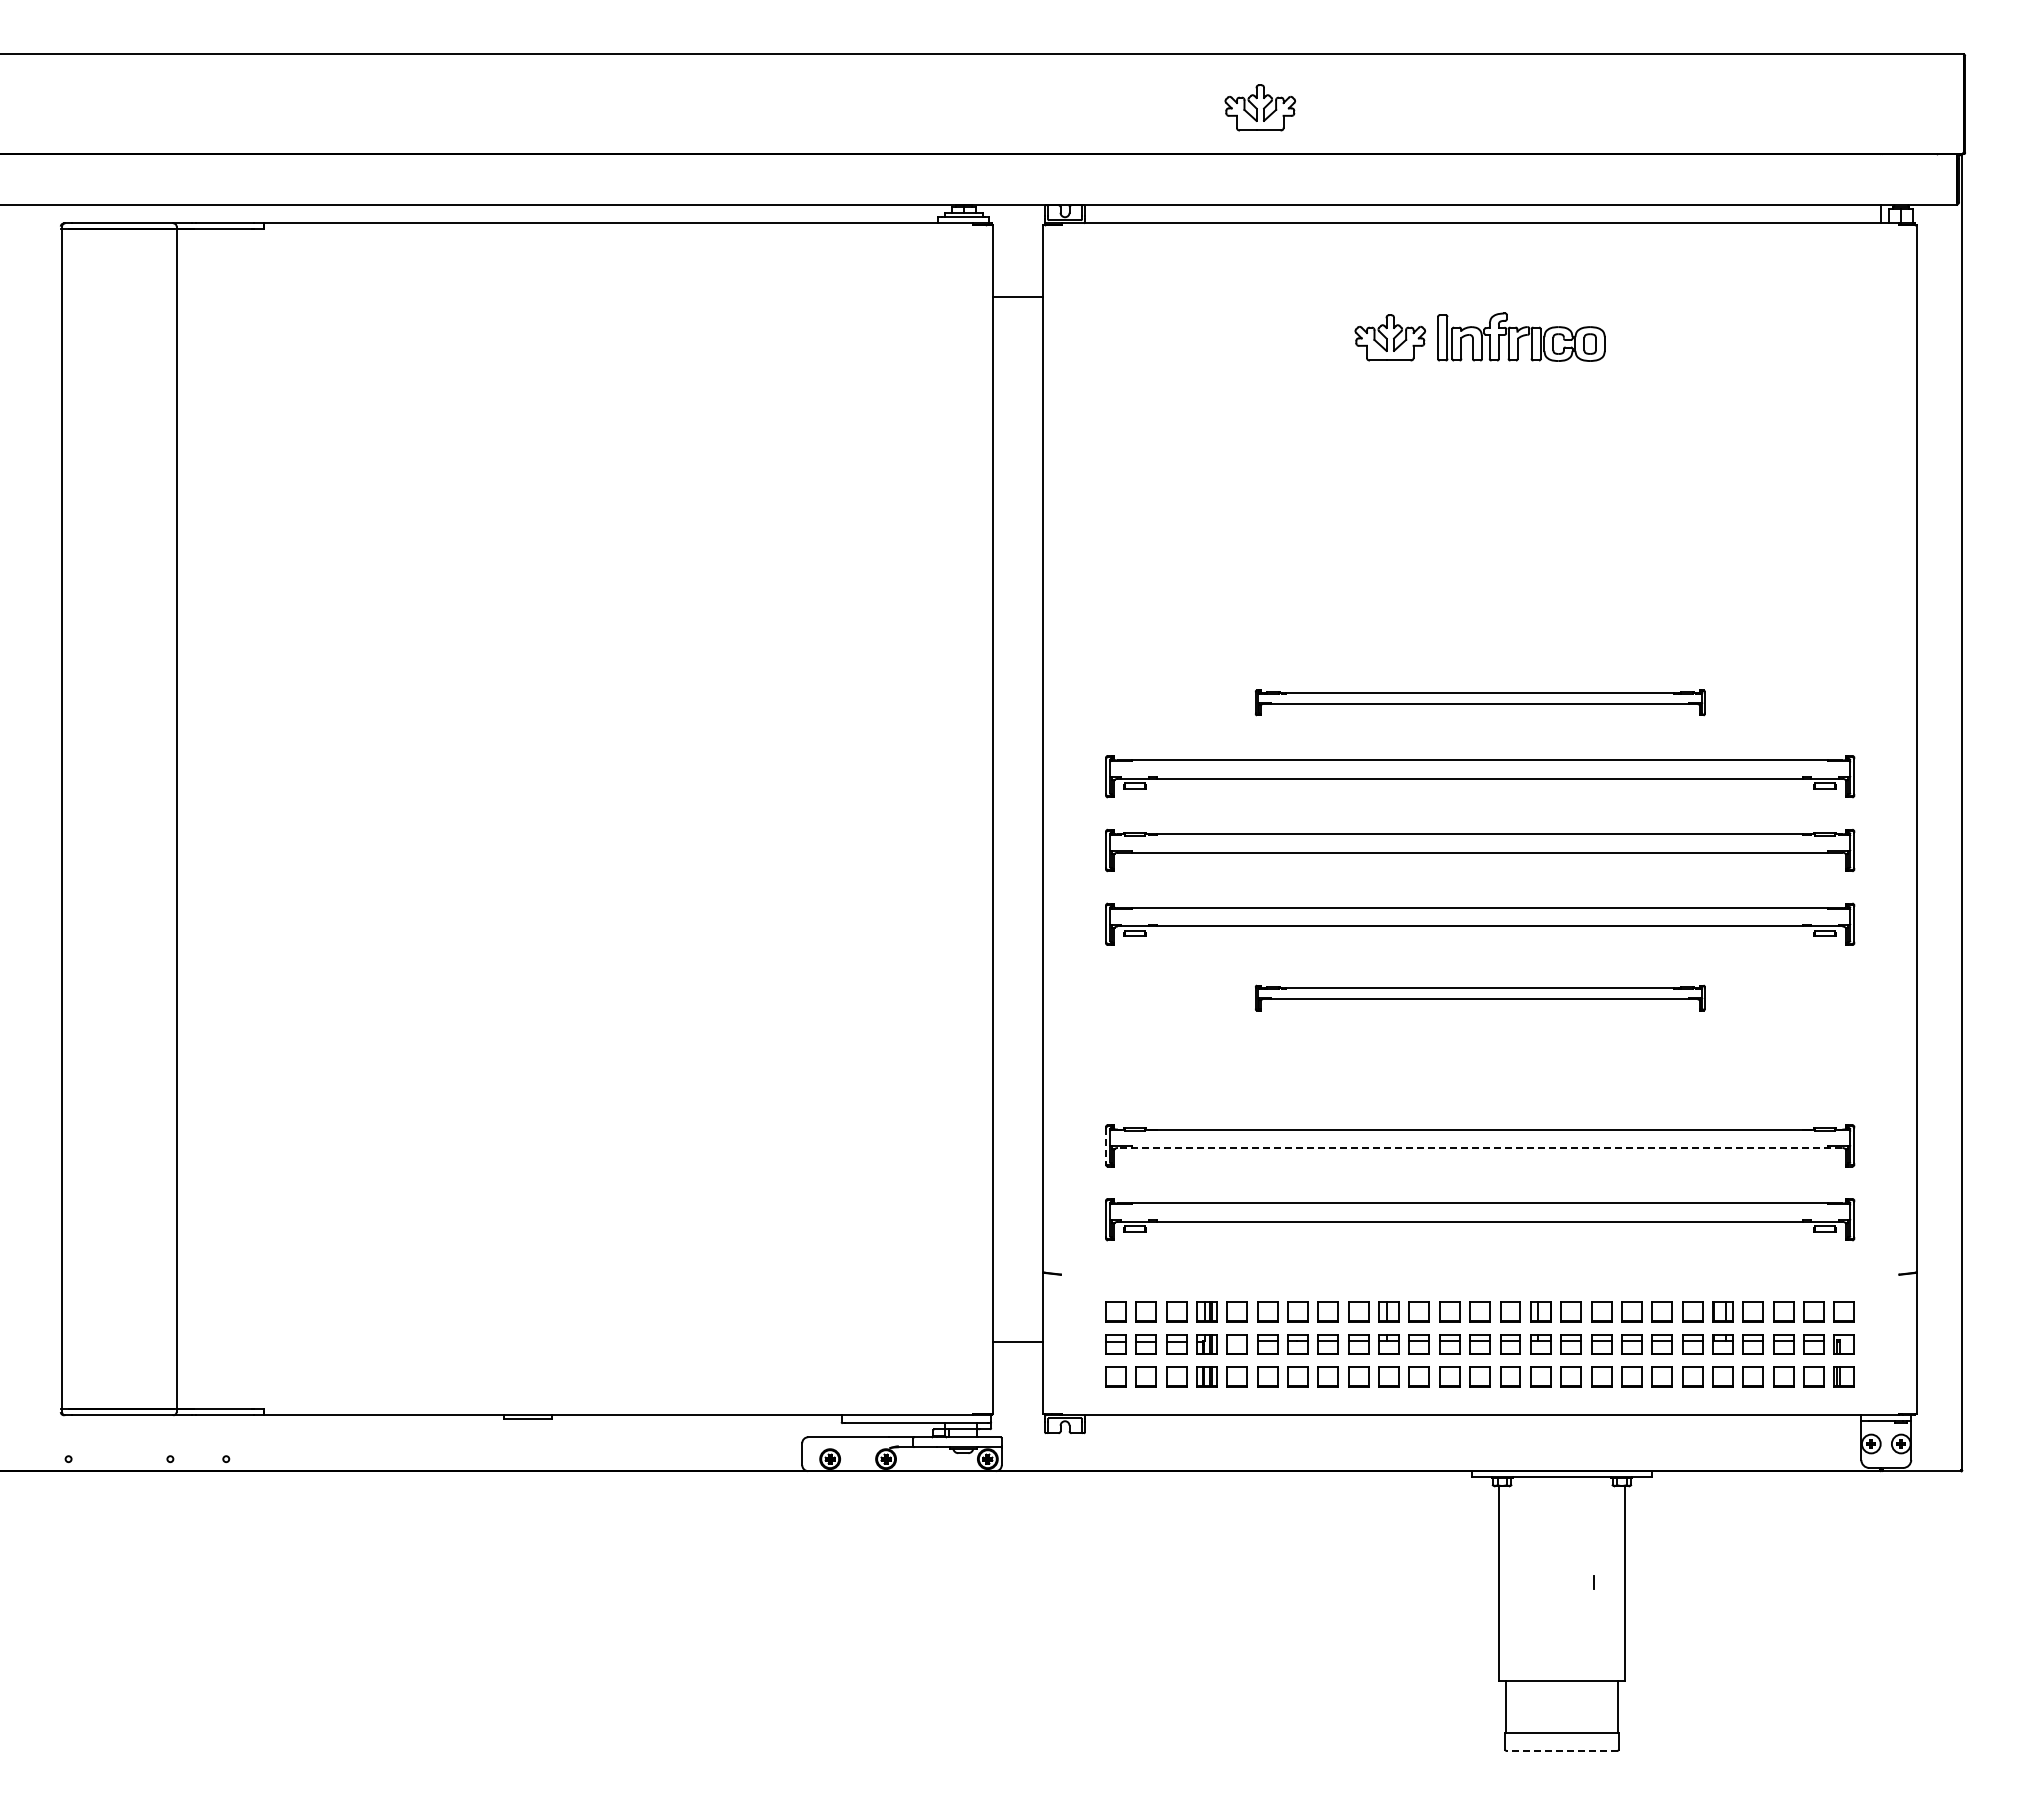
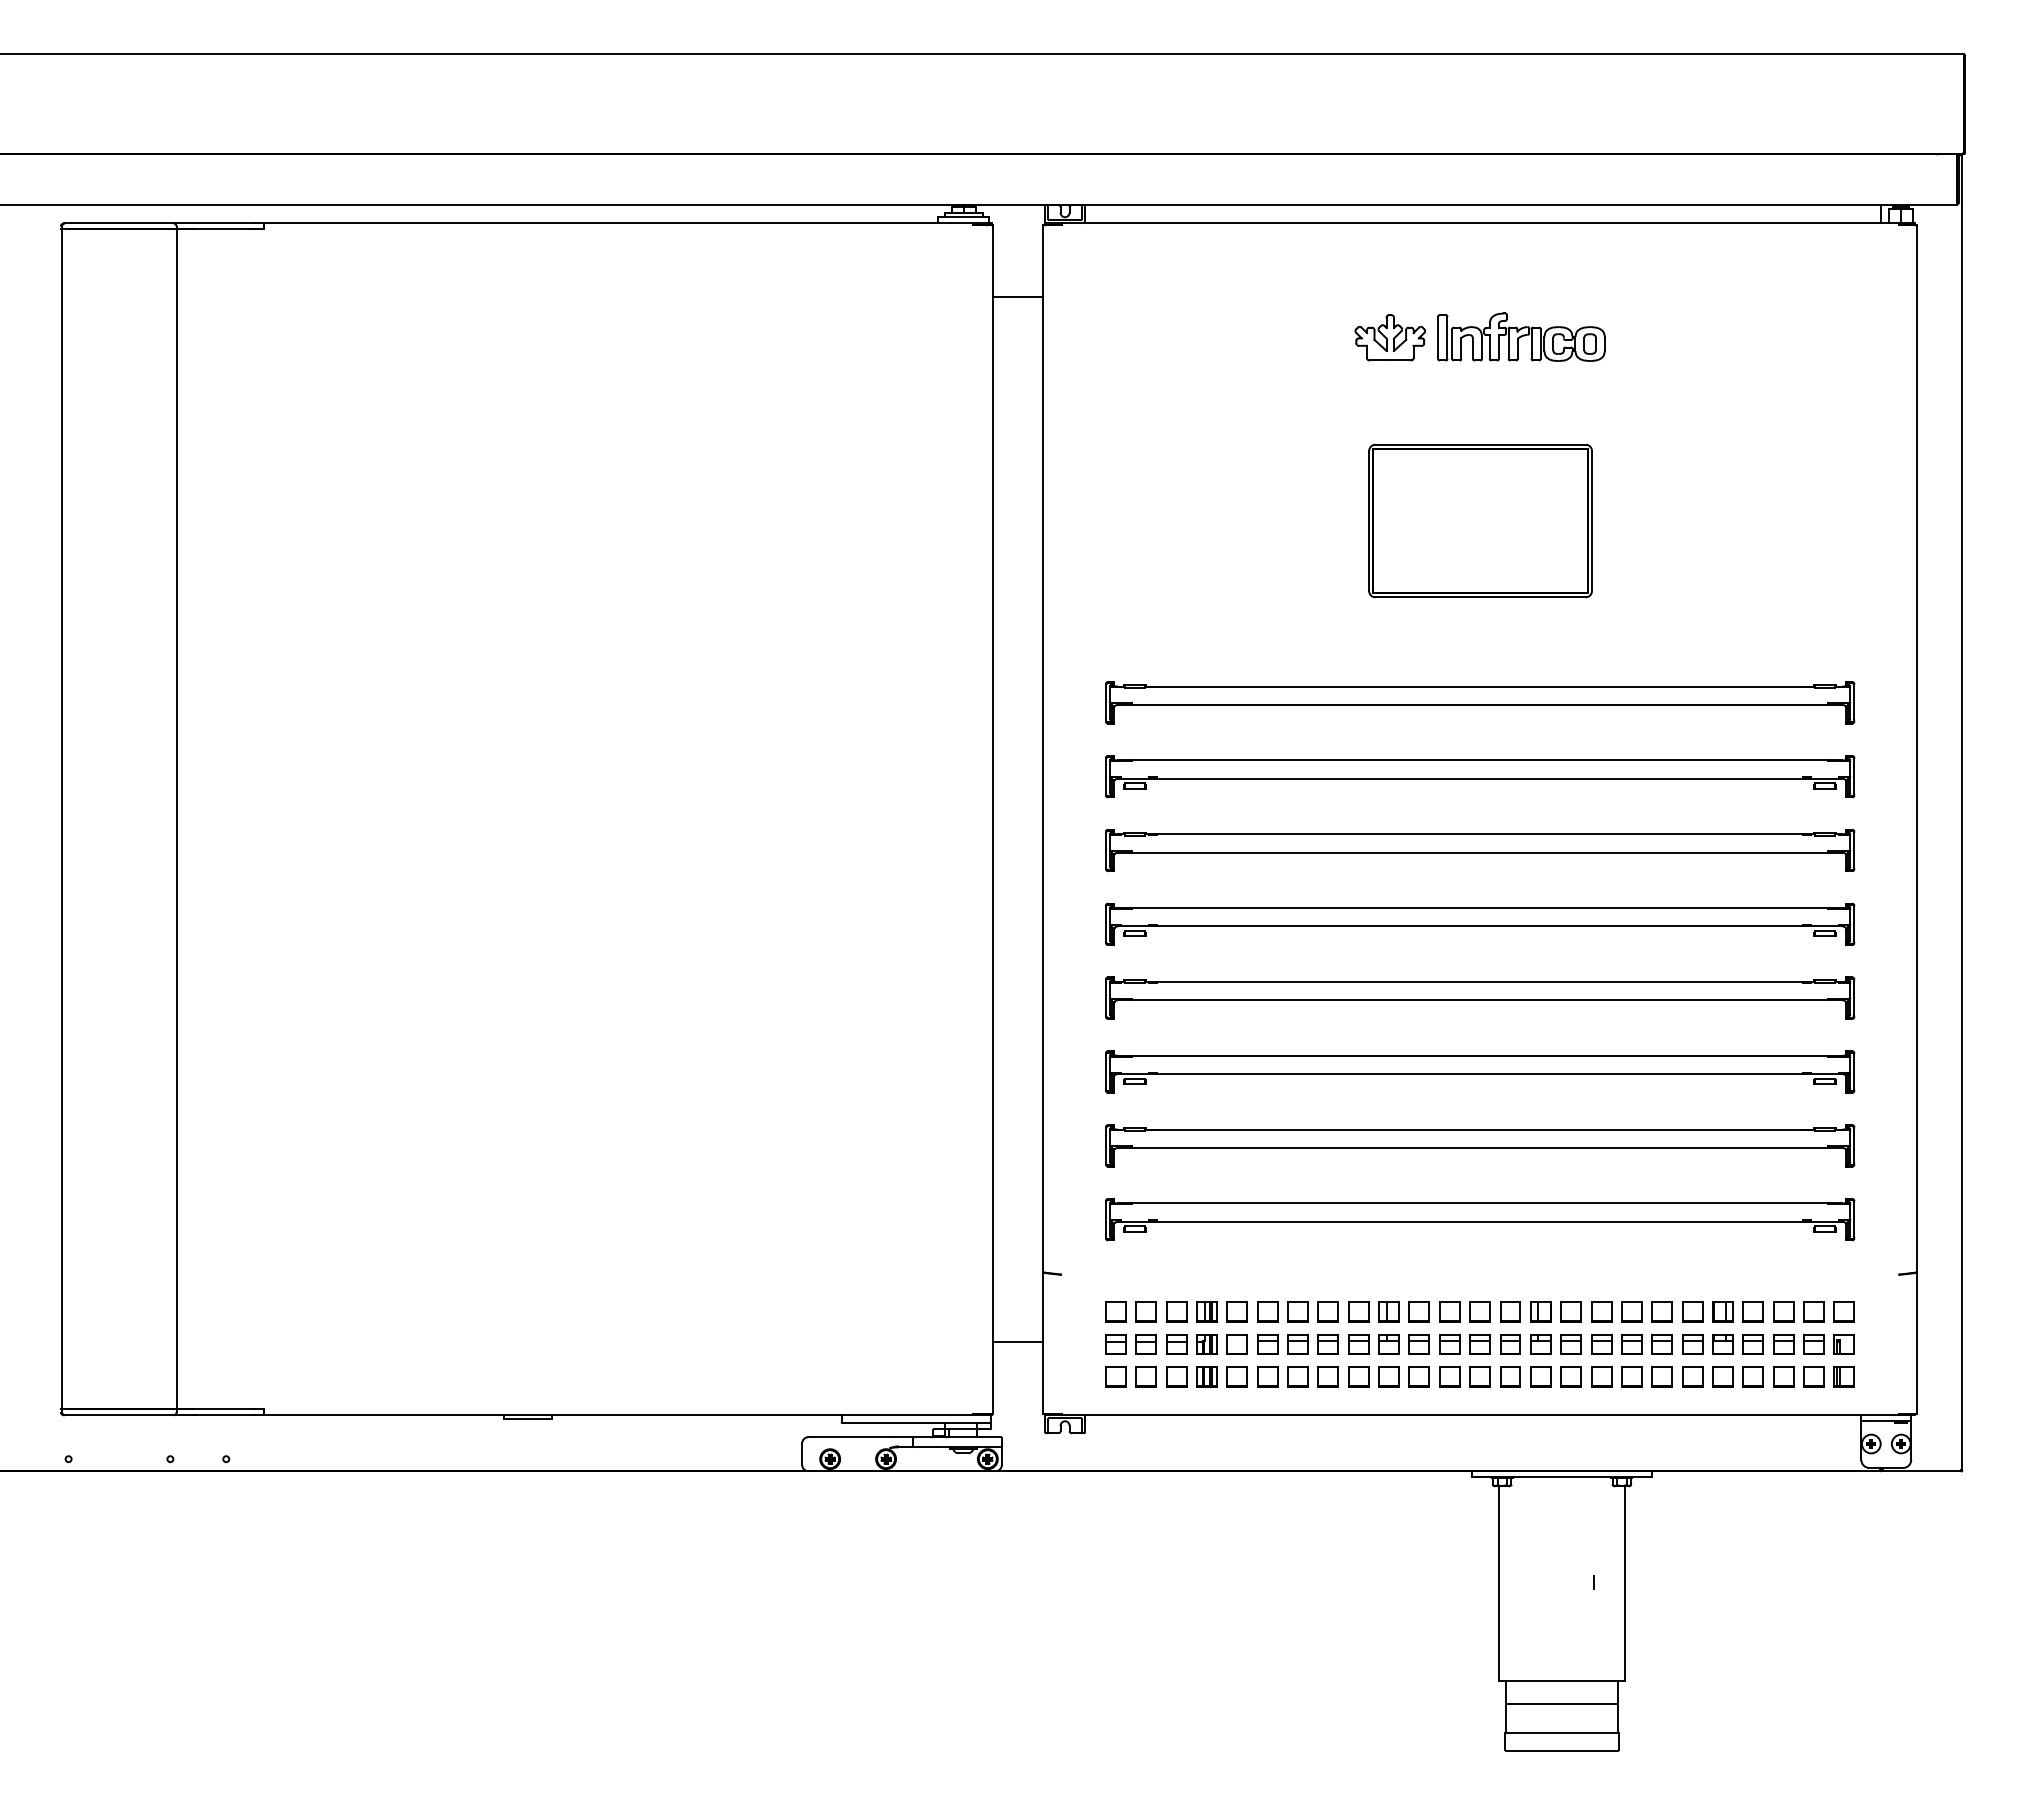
part at (1259, 107): present -> none
part at (1480, 520): none -> present
part at (1480, 702) size: 451x28 px -> 751x44 px
part at (1480, 997) size: 451x28 px -> 751x44 px
part at (1480, 1071): none -> present
line at (1105, 1146): dashed -> solid
line at (1479, 1147): dashed -> solid
line at (1561, 1703): none -> present
line at (1561, 1750): dashed -> solid
